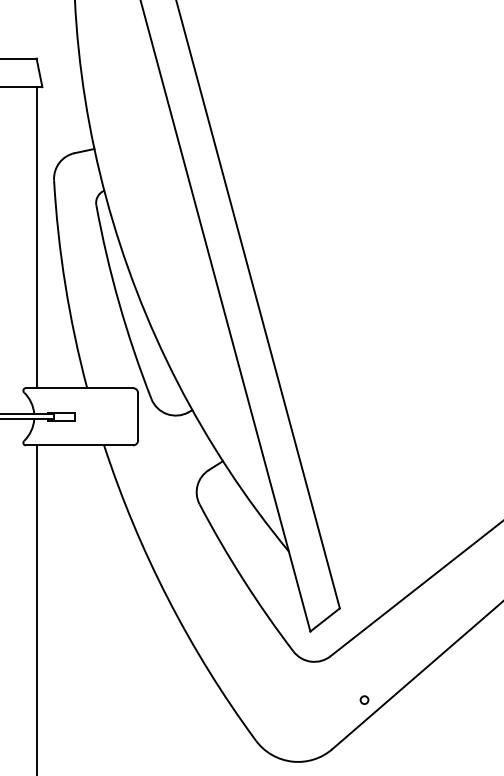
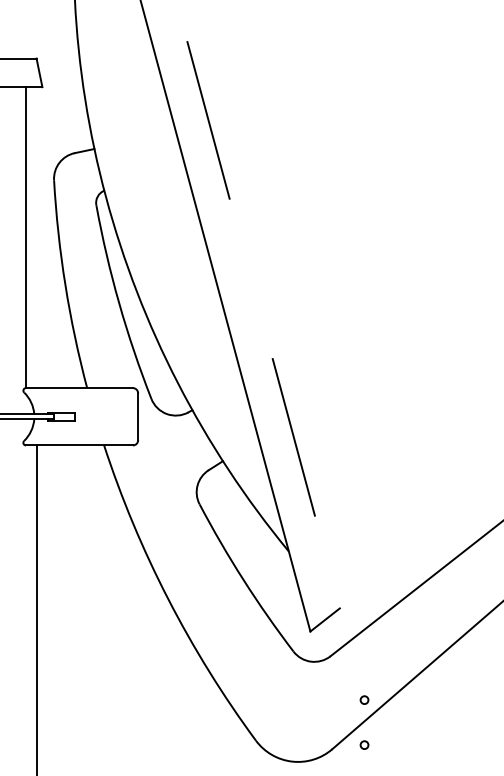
line at (36, 237) position: (36, 237) -> (25, 237)
line at (258, 304): solid -> dashed
circle at (364, 744): none -> present
